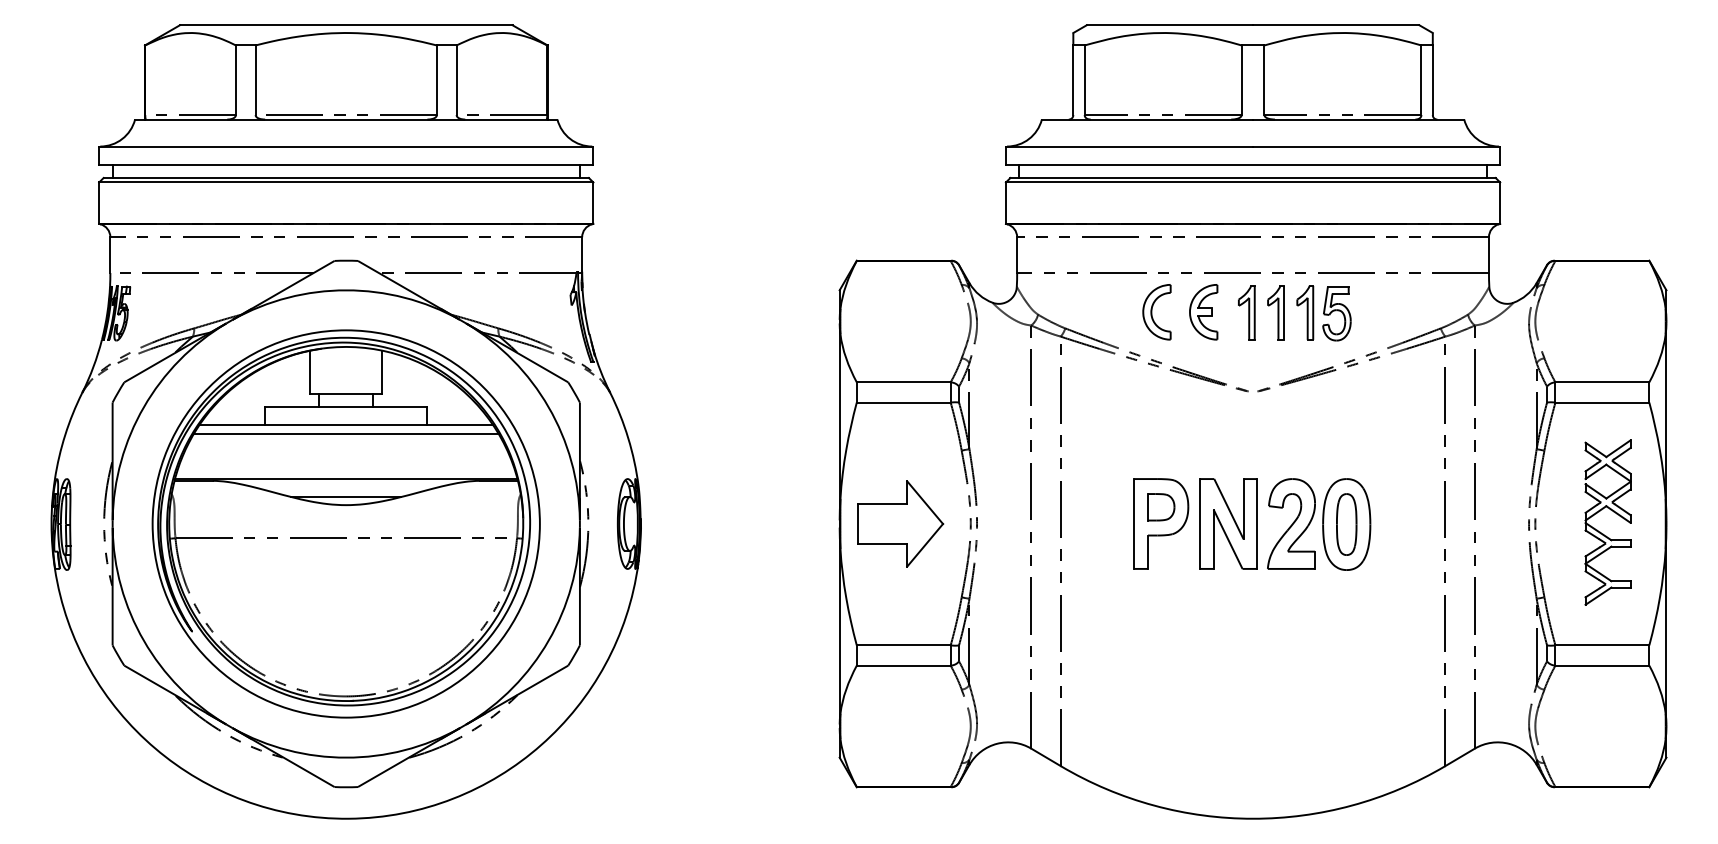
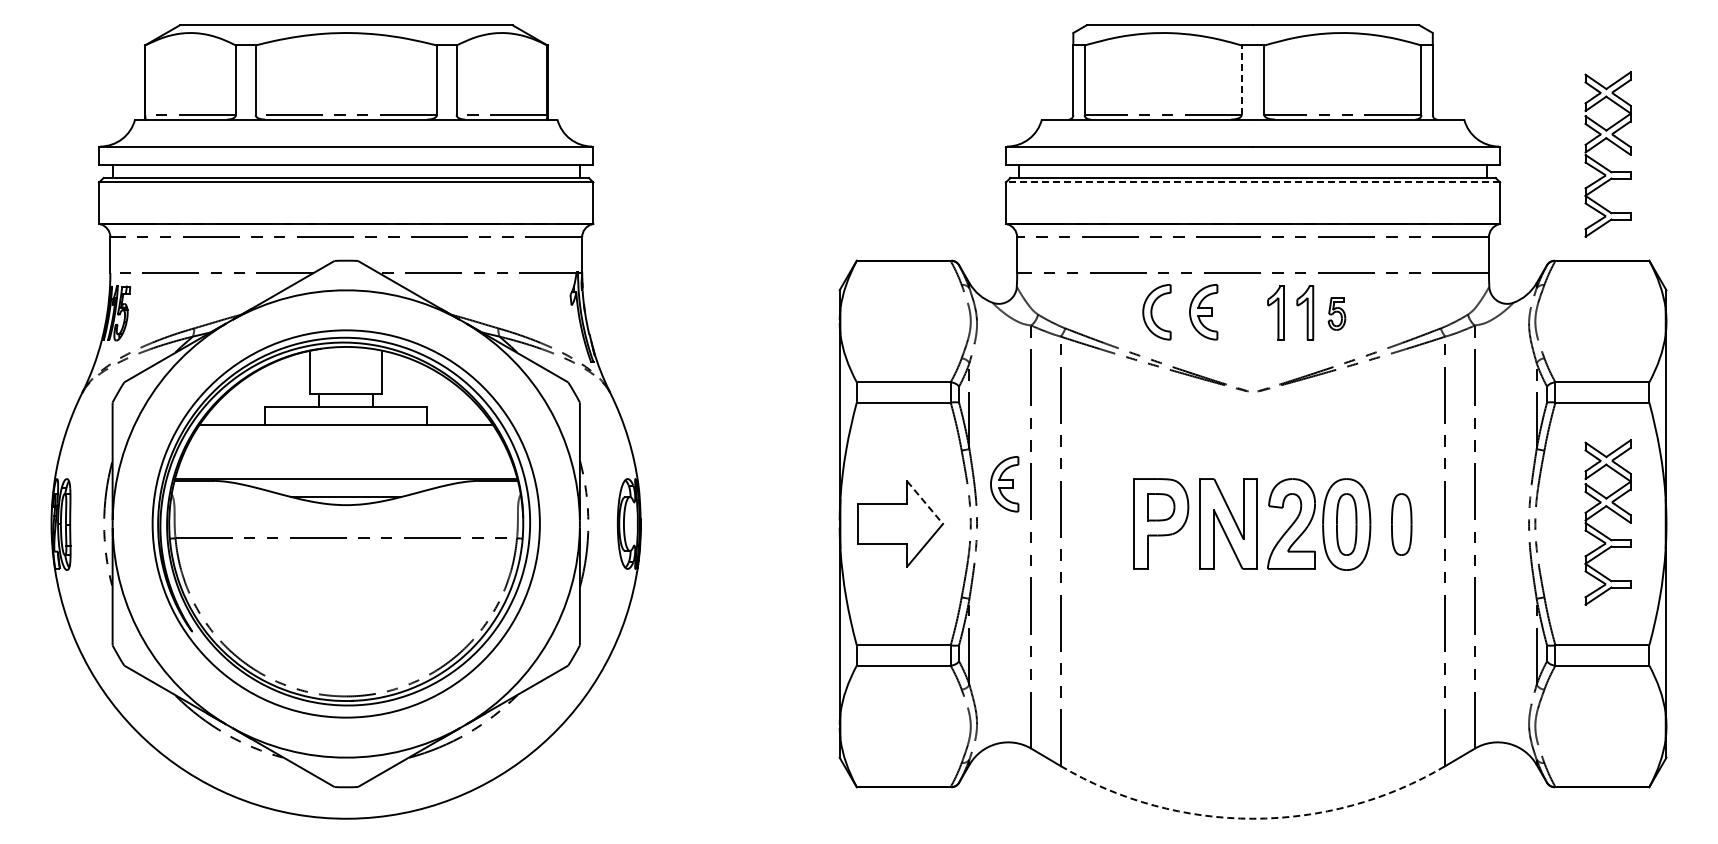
line at (1241, 80): solid -> dashed
part at (1600, 163): none -> present
line at (1252, 182): solid -> dashed
part at (1246, 312): present -> none
part at (1336, 313) size: 30x56 px -> 20x34 px
line at (345, 434): present -> none
part at (1004, 484): none -> present
line at (925, 502): solid -> dashed
part at (1401, 524): none -> present
arc at (1253, 818): solid -> dashed
